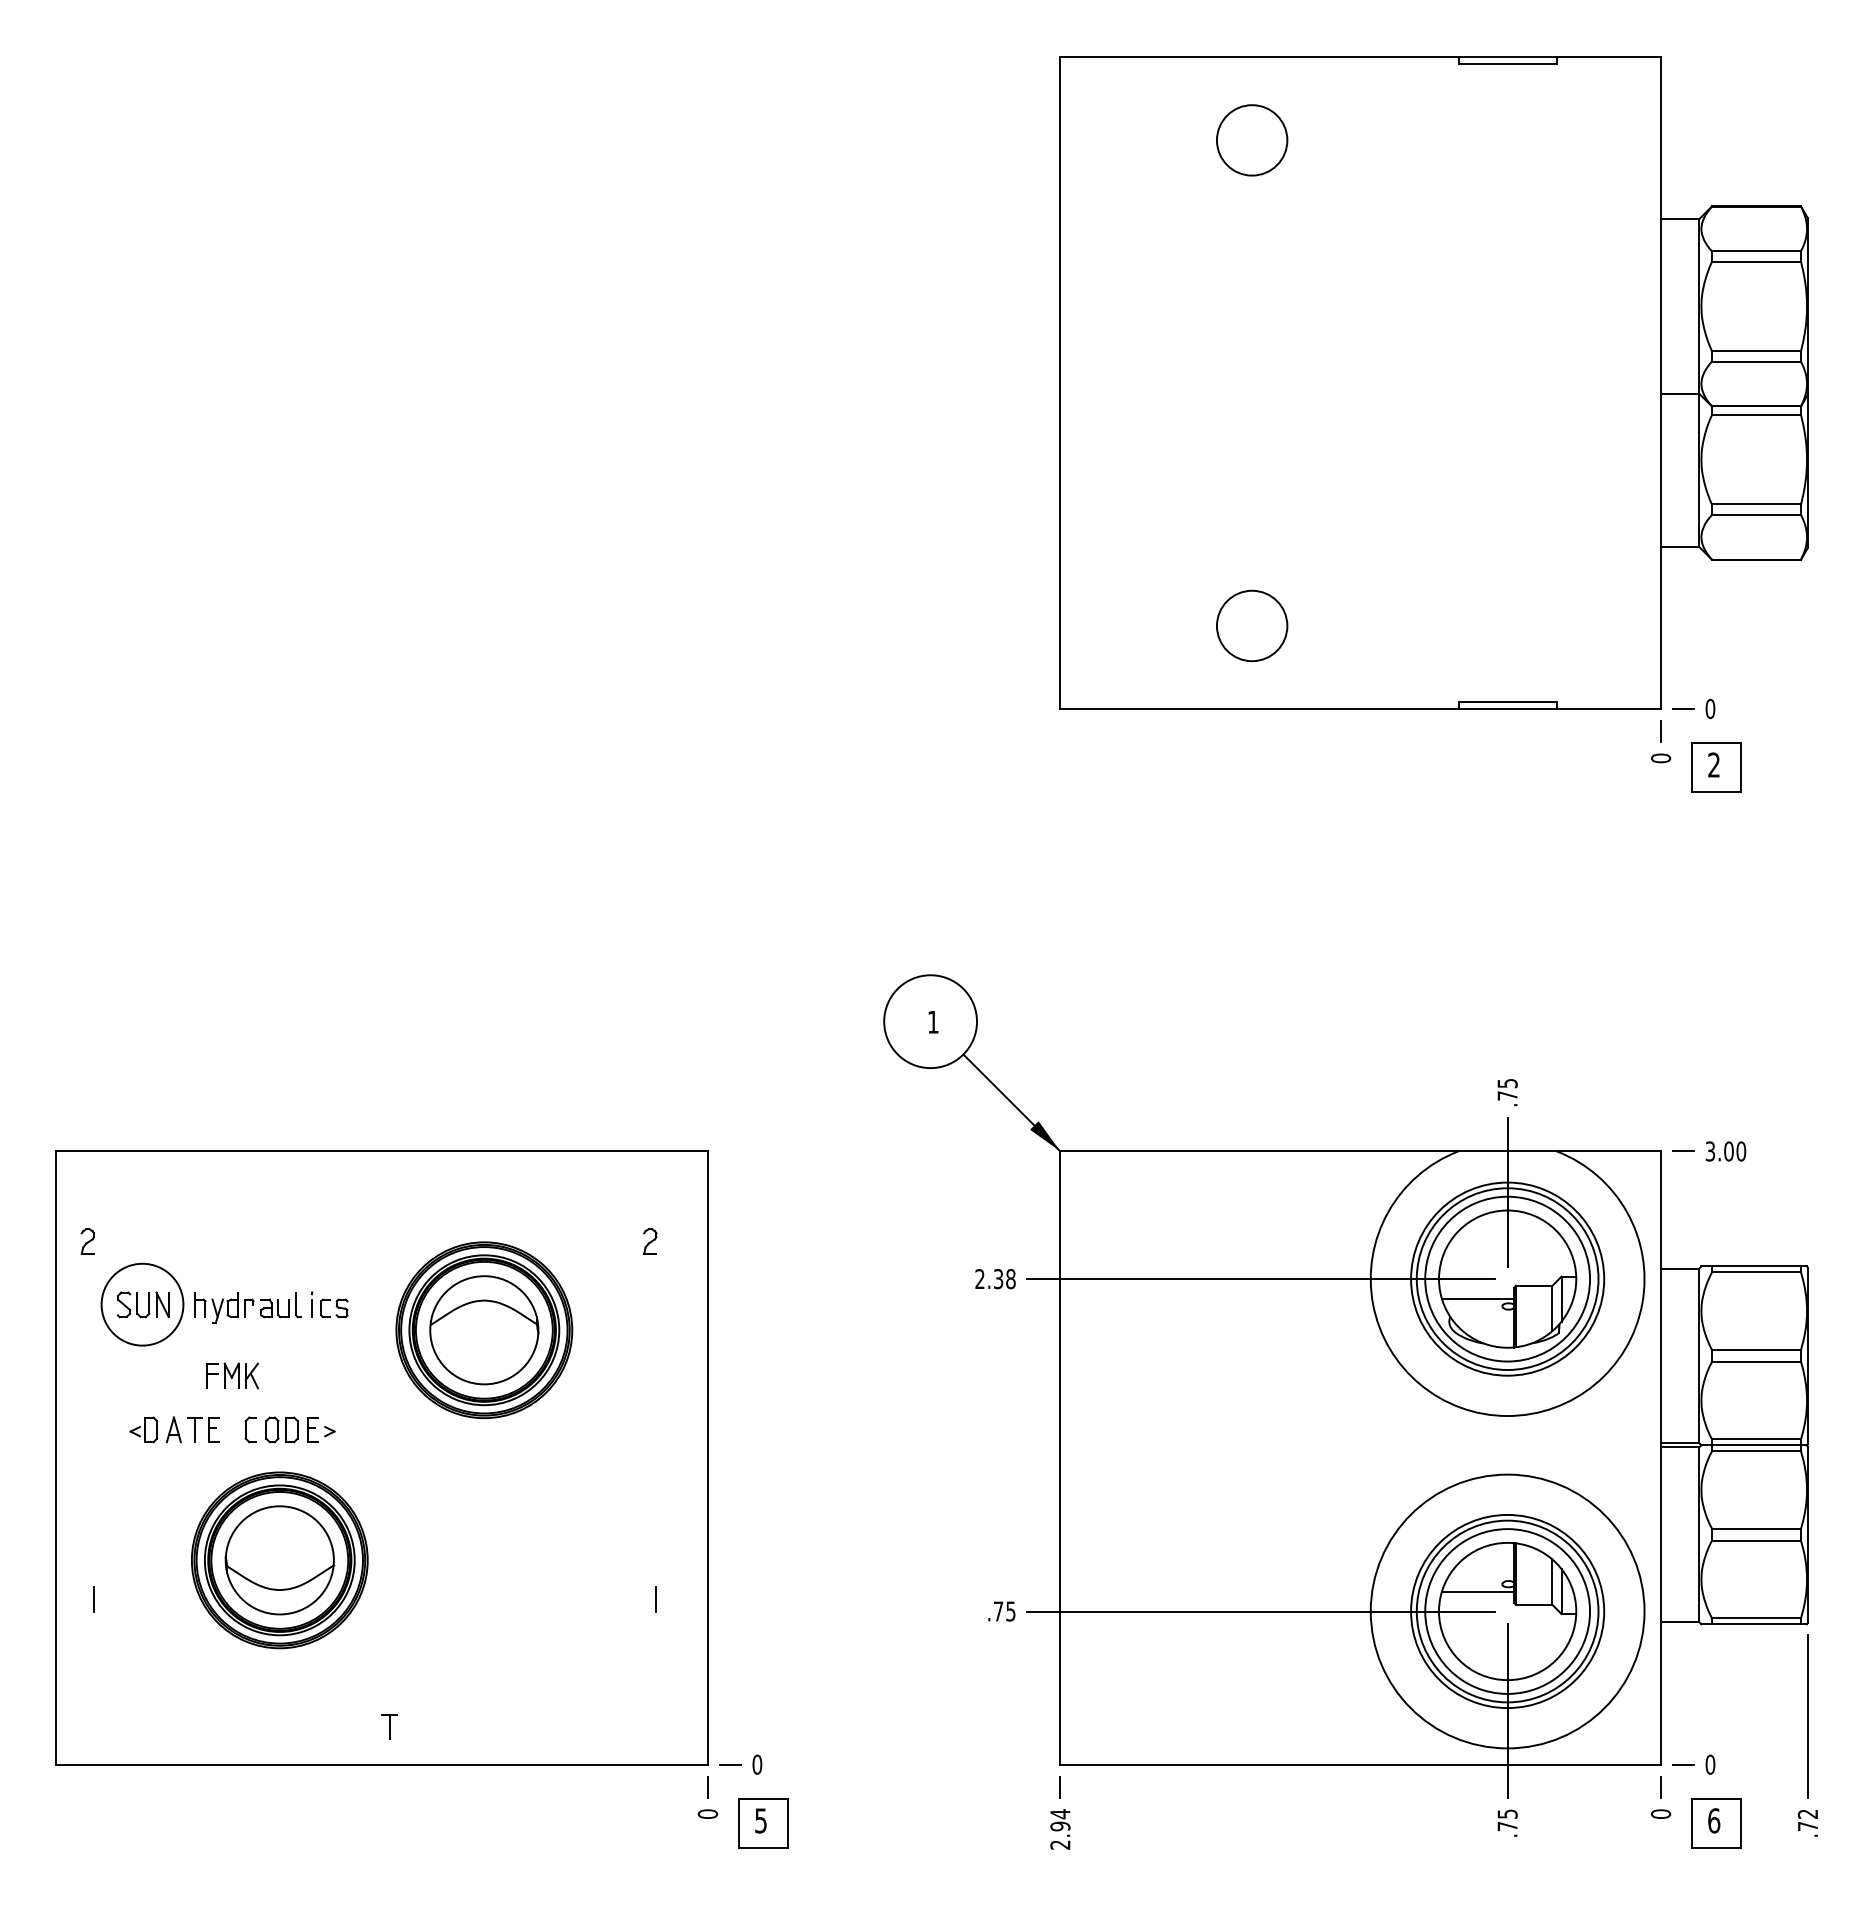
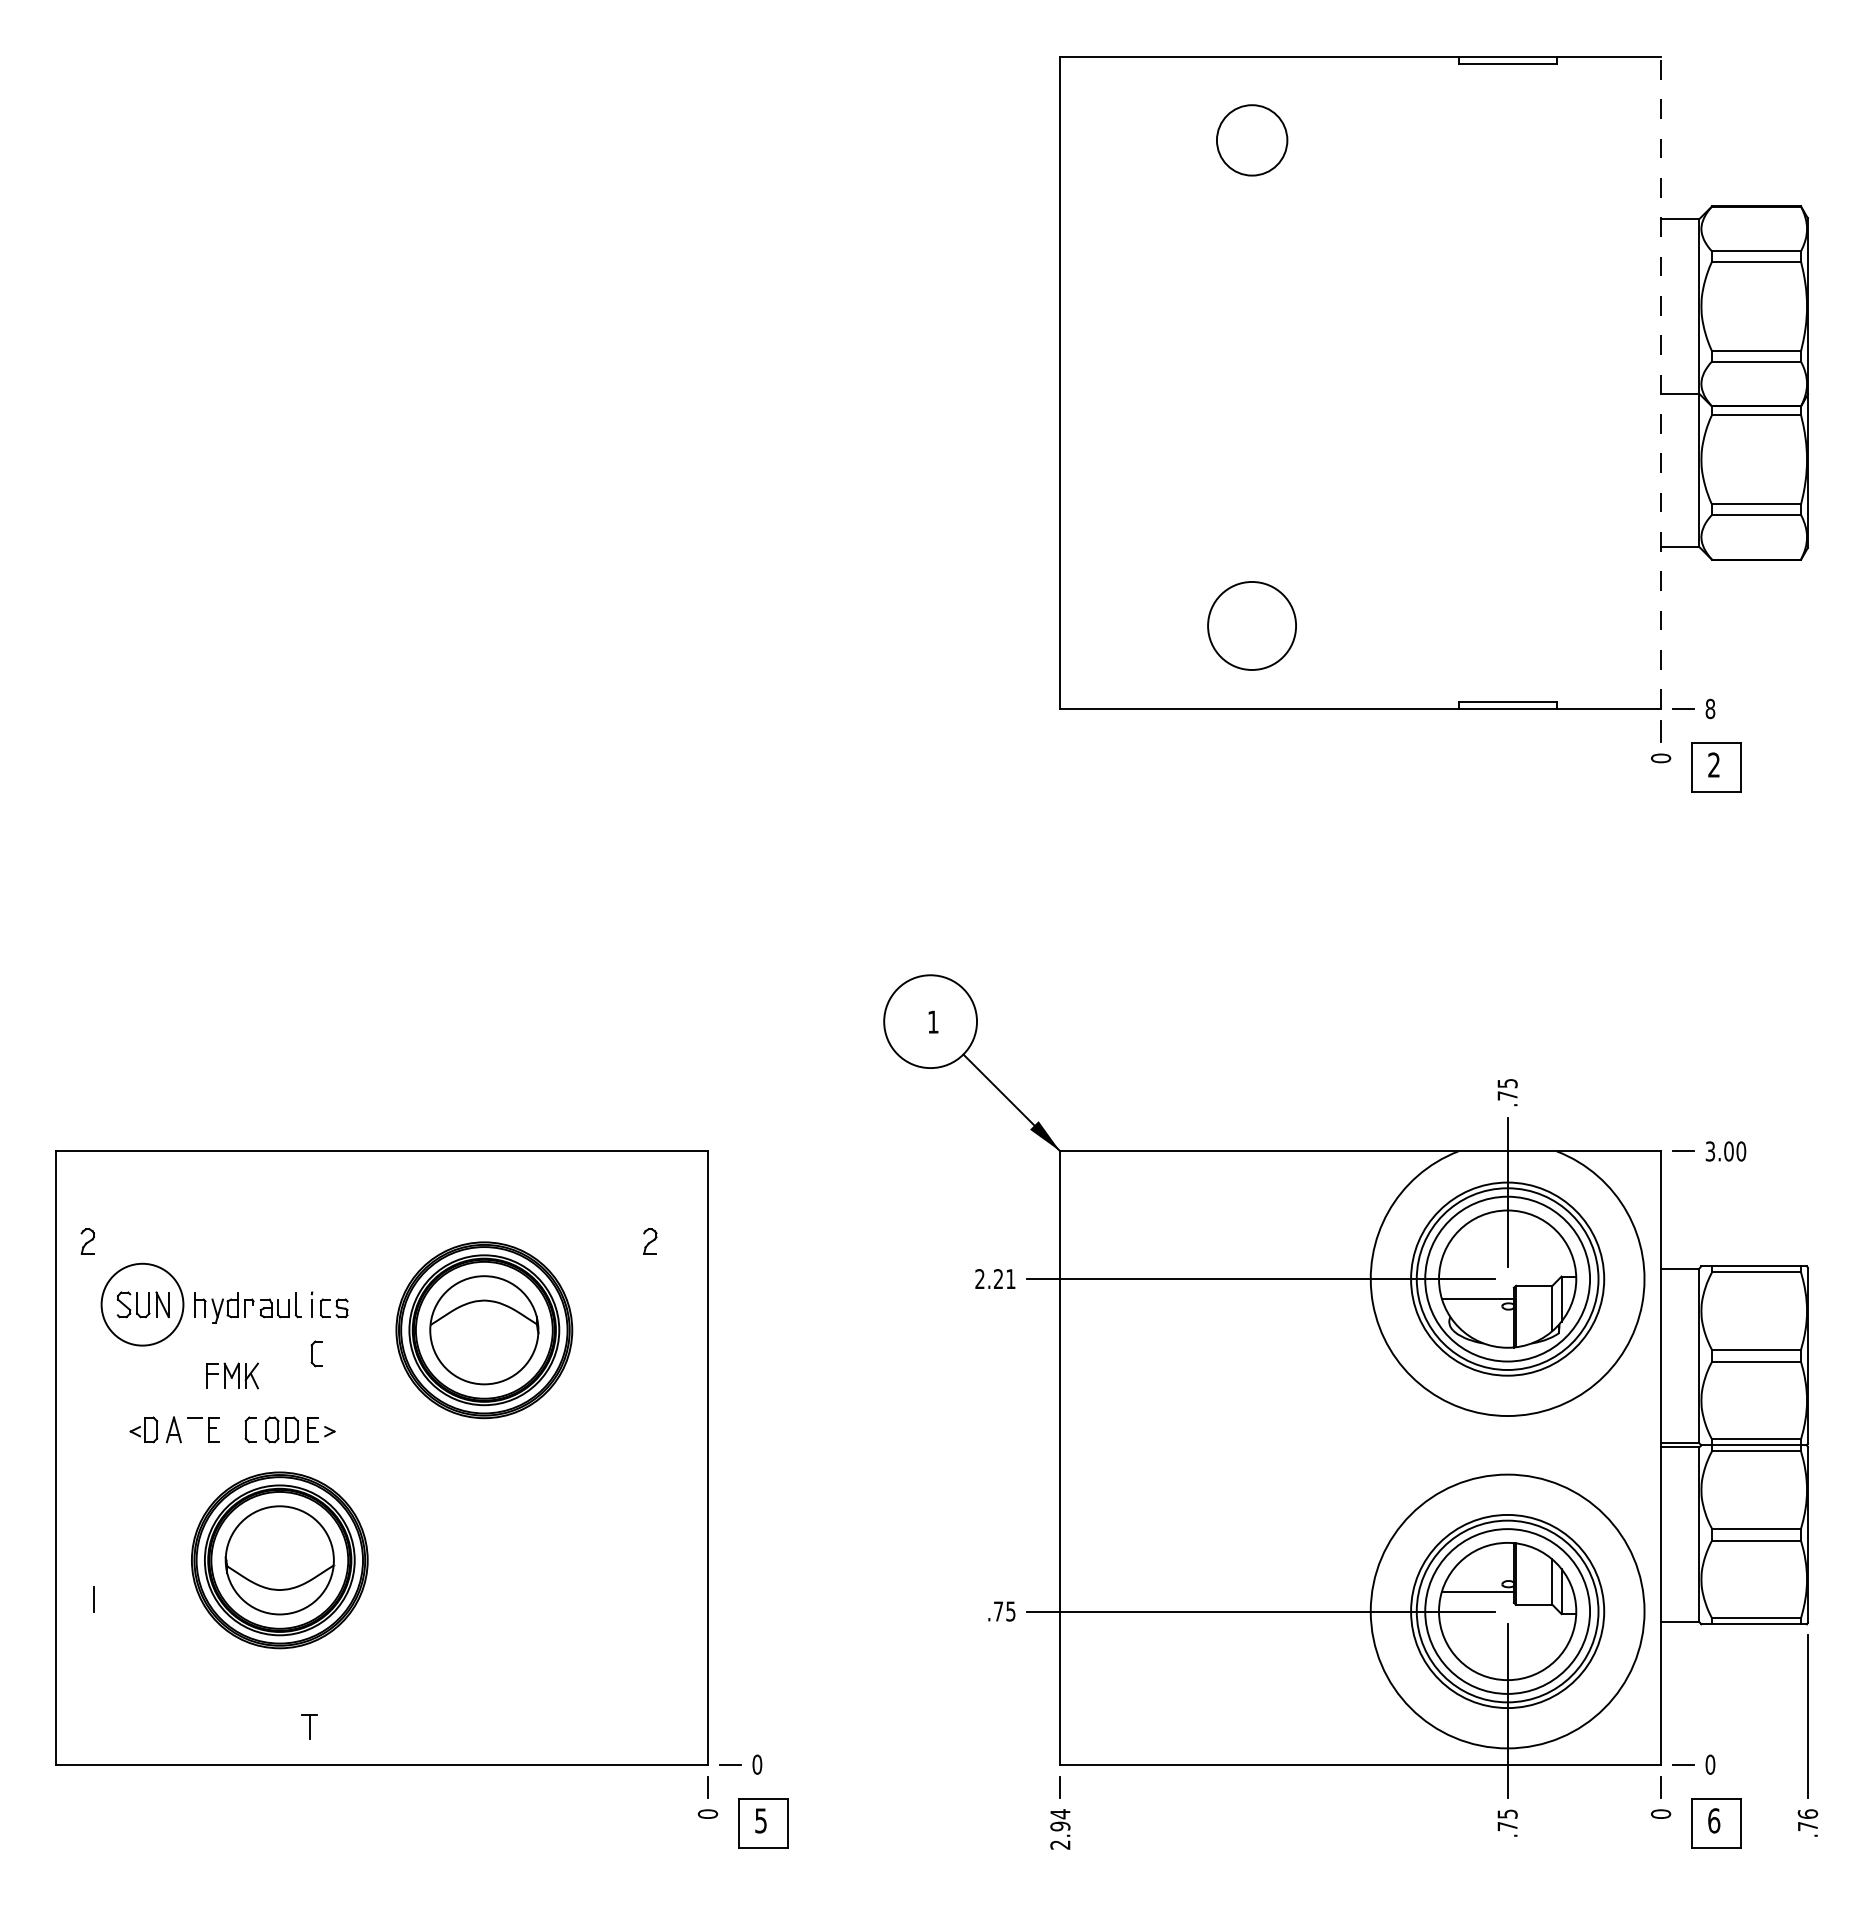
line at (1661, 383): solid -> dashed
circle at (1252, 625) size: 73x74 px -> 90x90 px
text at (1710, 708): 0 -> 8
text at (1004, 1279): 2.38 -> 2.21
part at (316, 1353): none -> present
line at (195, 1429): present -> none
line at (656, 1598): present -> none
part at (389, 1726) position: (389, 1726) -> (309, 1726)
text at (1807, 1813): .72 -> .76
